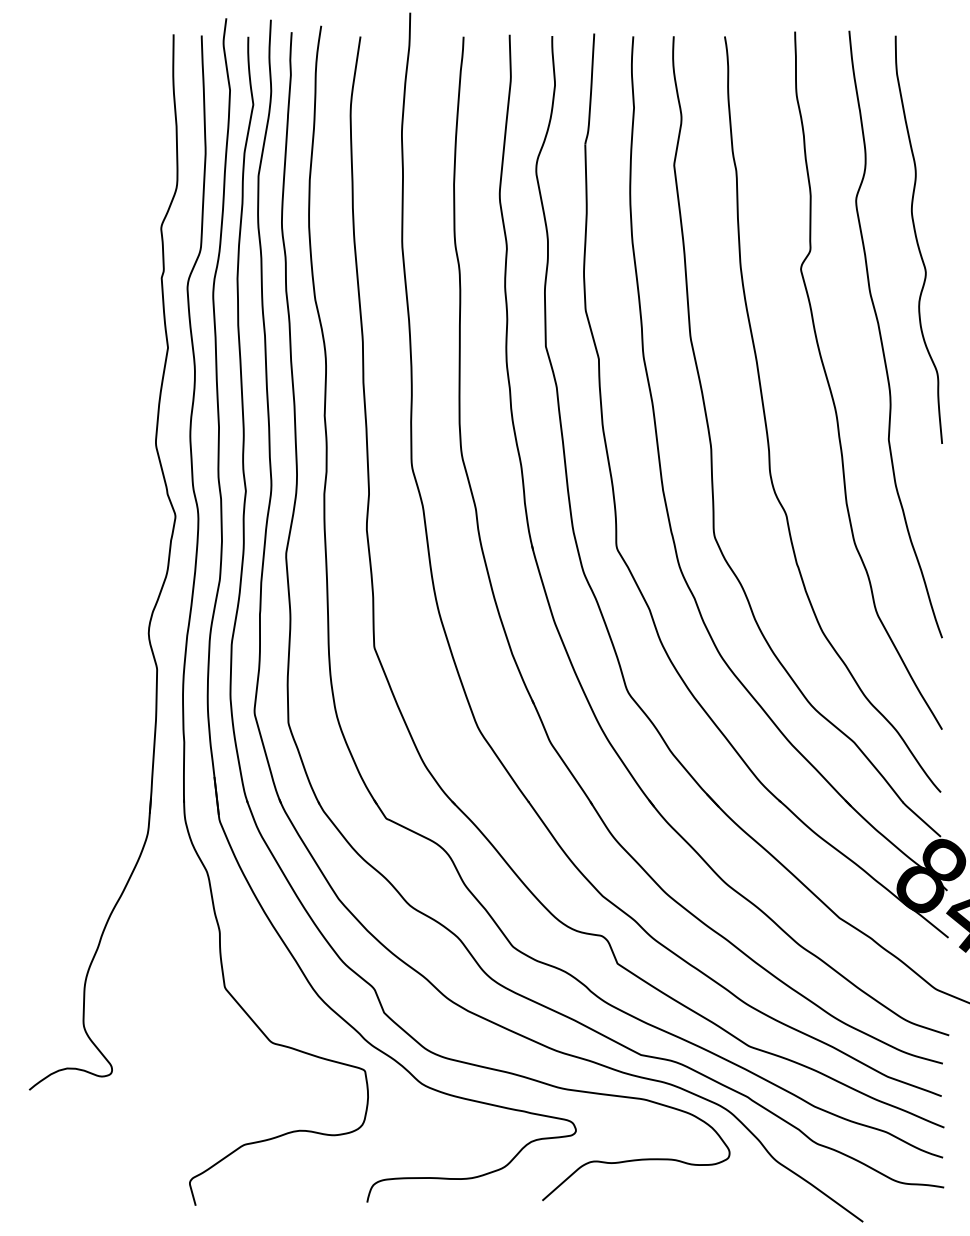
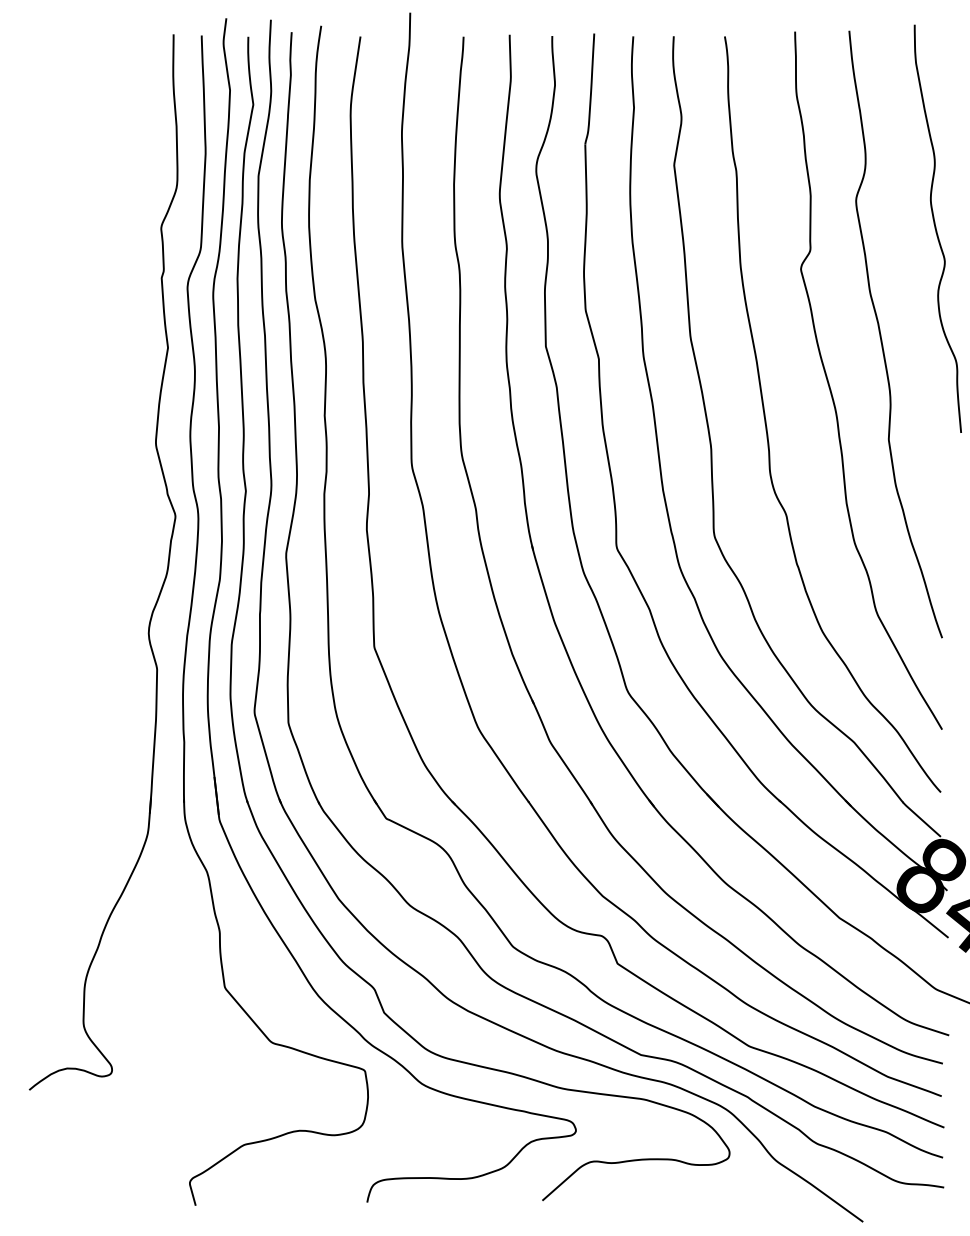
curve at (917, 239) position: (917, 239) -> (936, 228)
